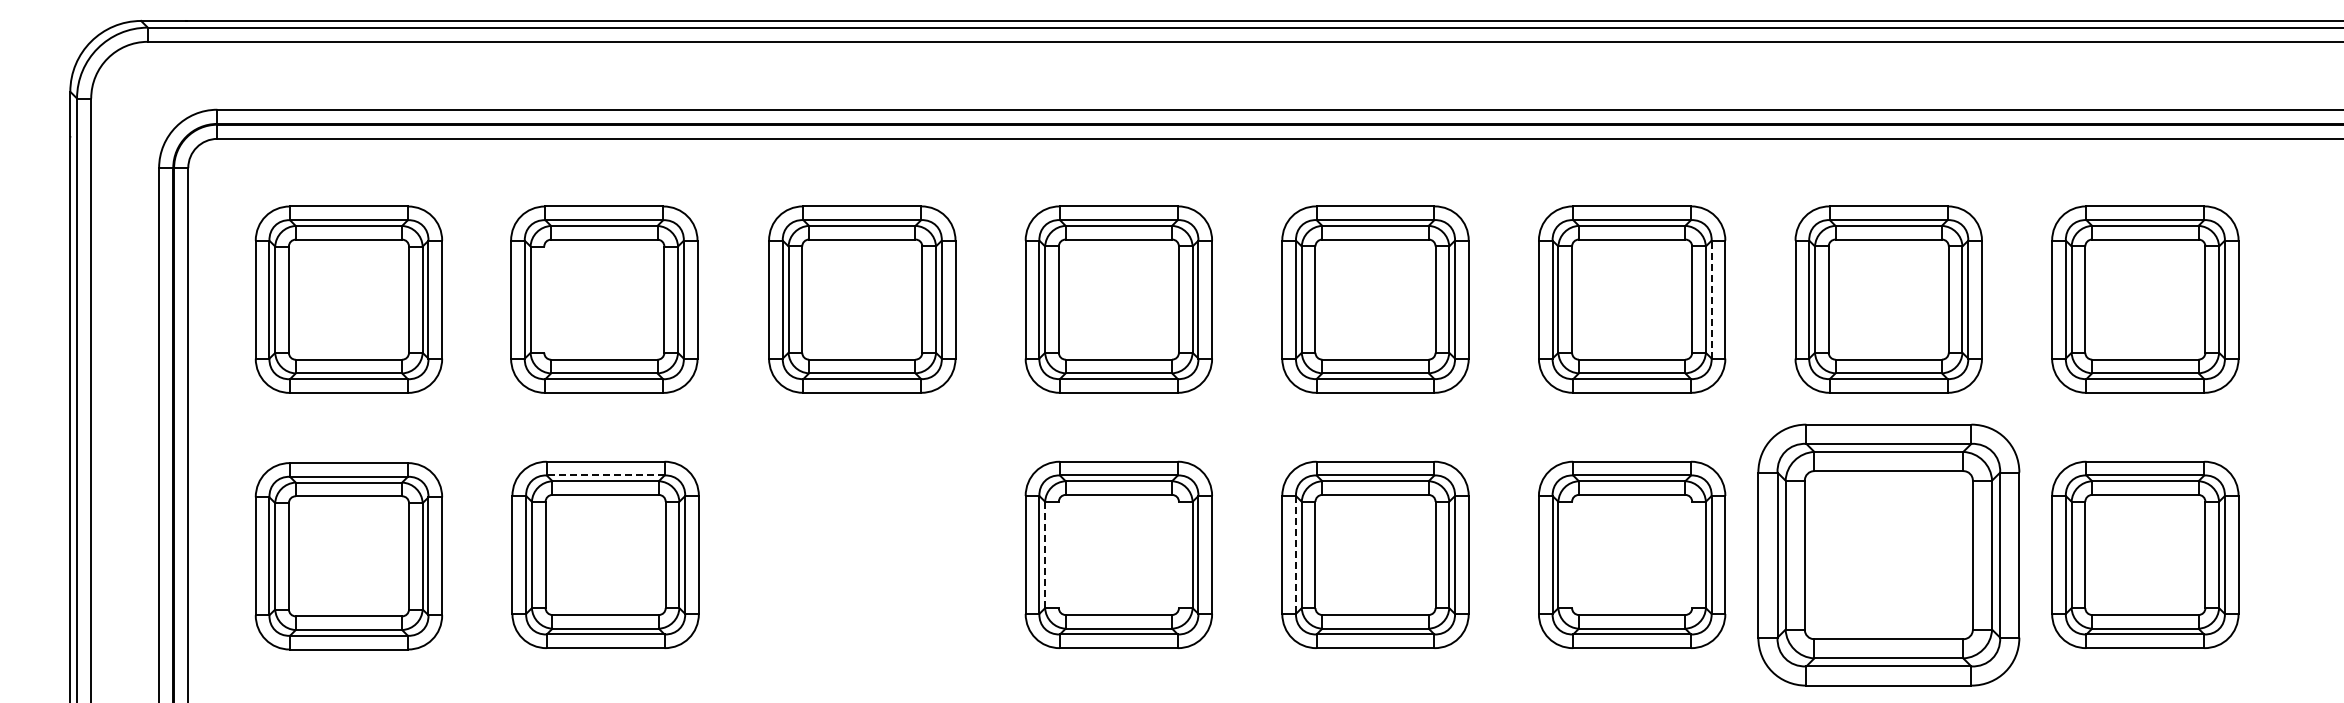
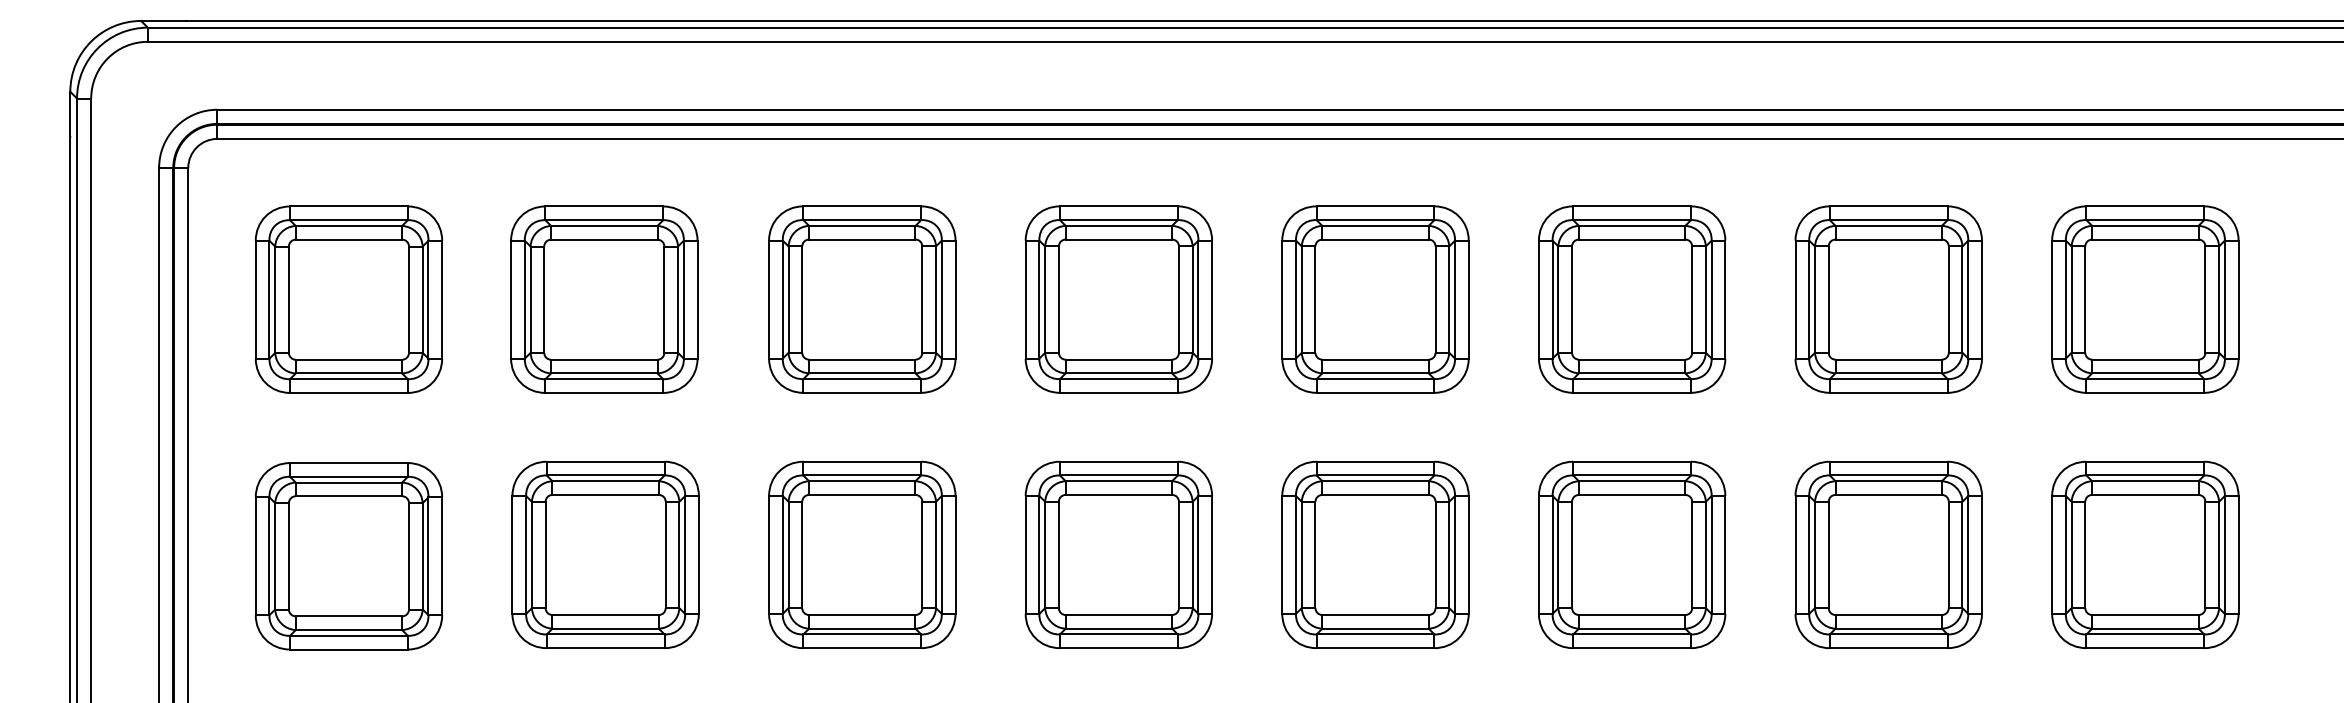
line at (544, 299): none -> present
line at (1711, 299): dashed -> solid
line at (605, 475): dashed -> solid
part at (862, 554): none -> present
line at (1045, 554): dashed -> solid
line at (1058, 554): none -> present
line at (1178, 554): none -> present
line at (1296, 554): dashed -> solid
line at (1572, 554): none -> present
line at (1692, 554): none -> present
part at (1888, 554) size: 264x264 px -> 189x189 px
